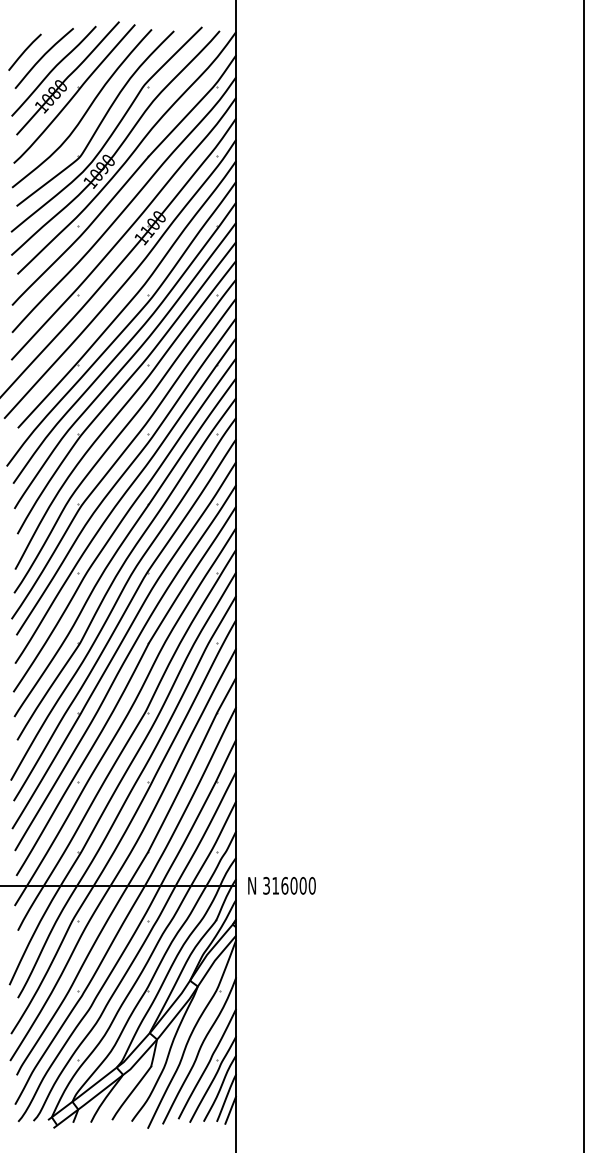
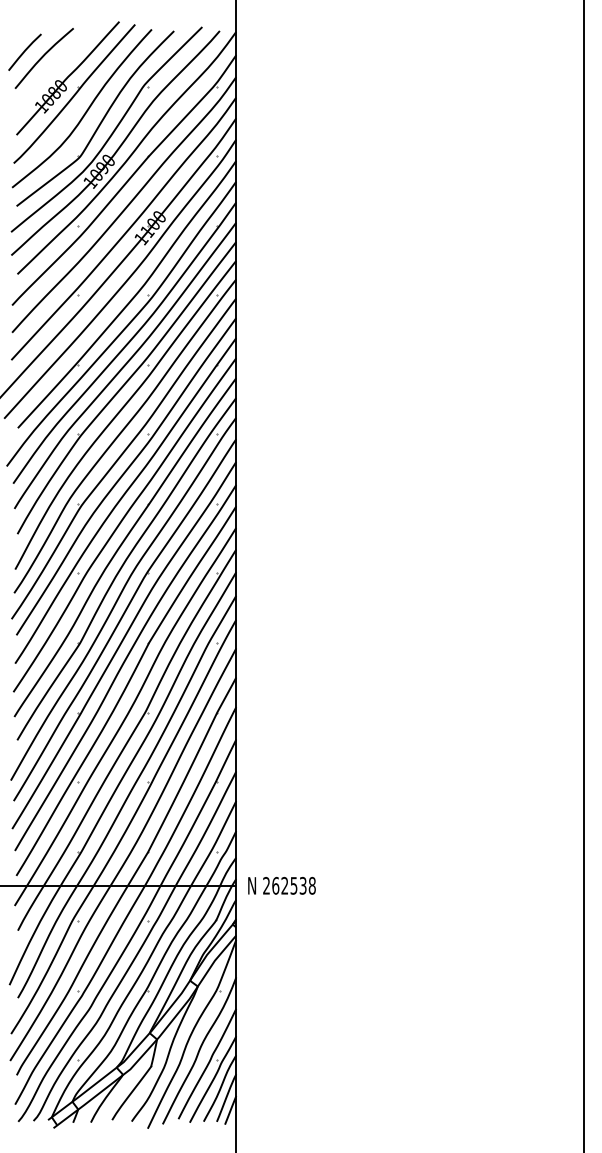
curve at (53, 70): present -> none
text at (289, 885): 316000 -> 262538
